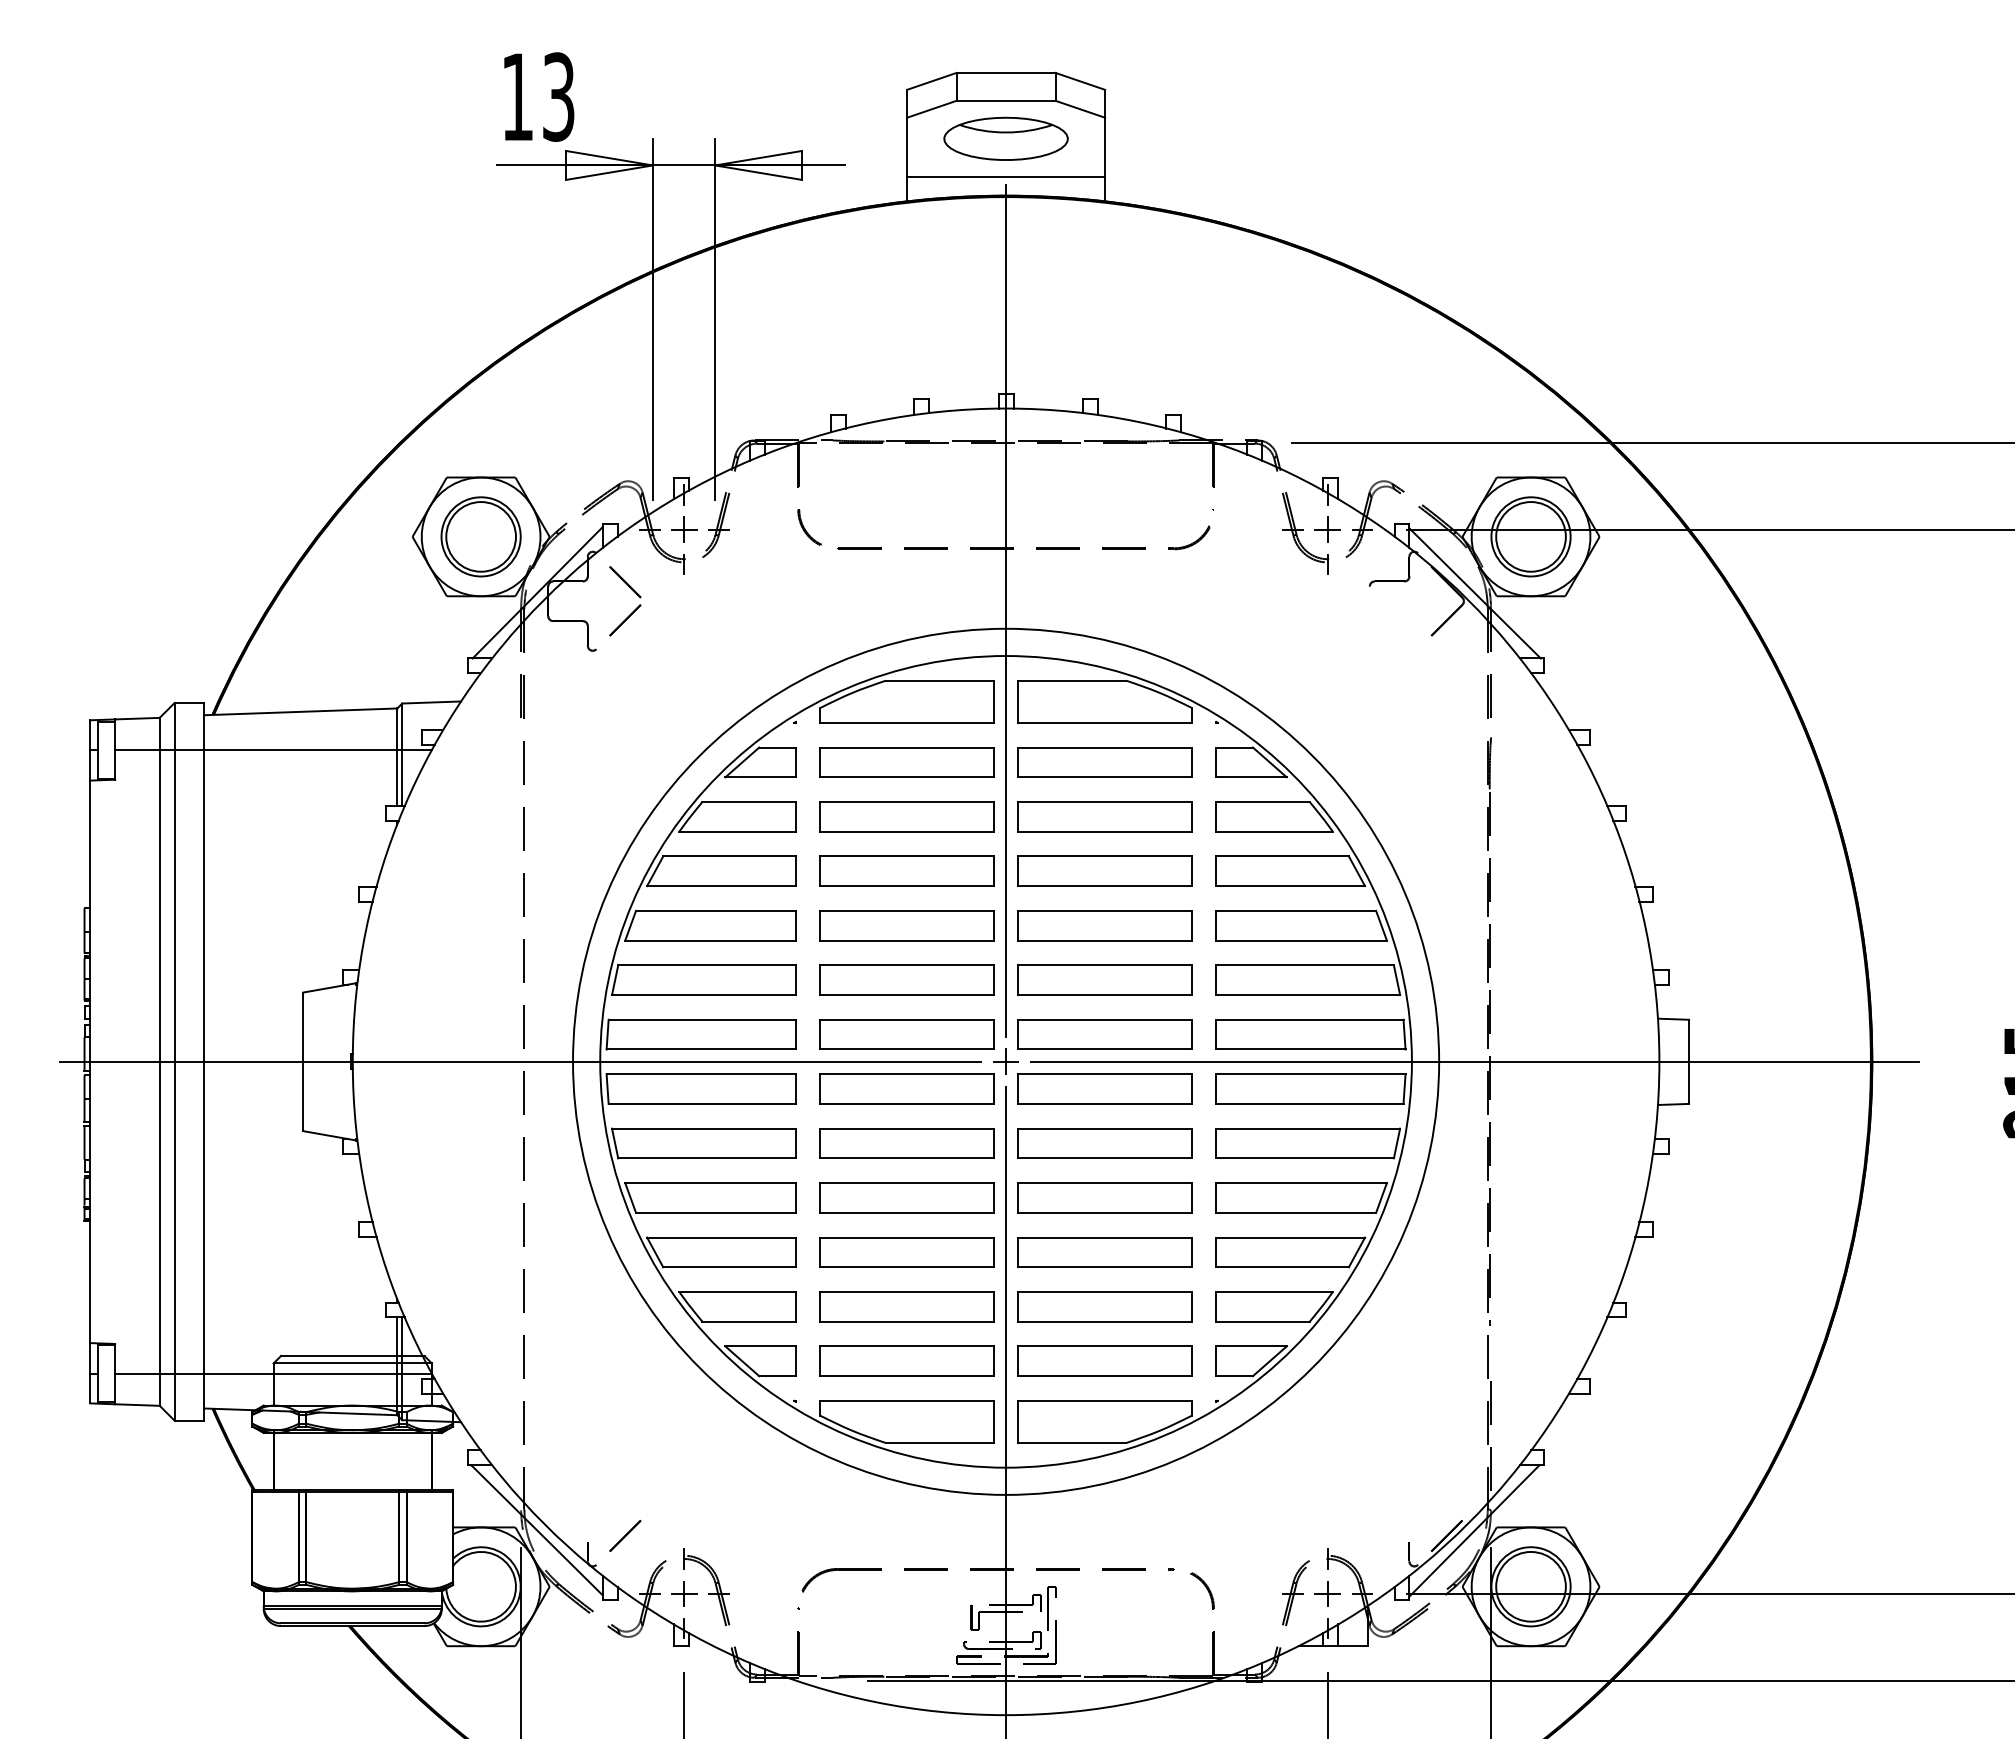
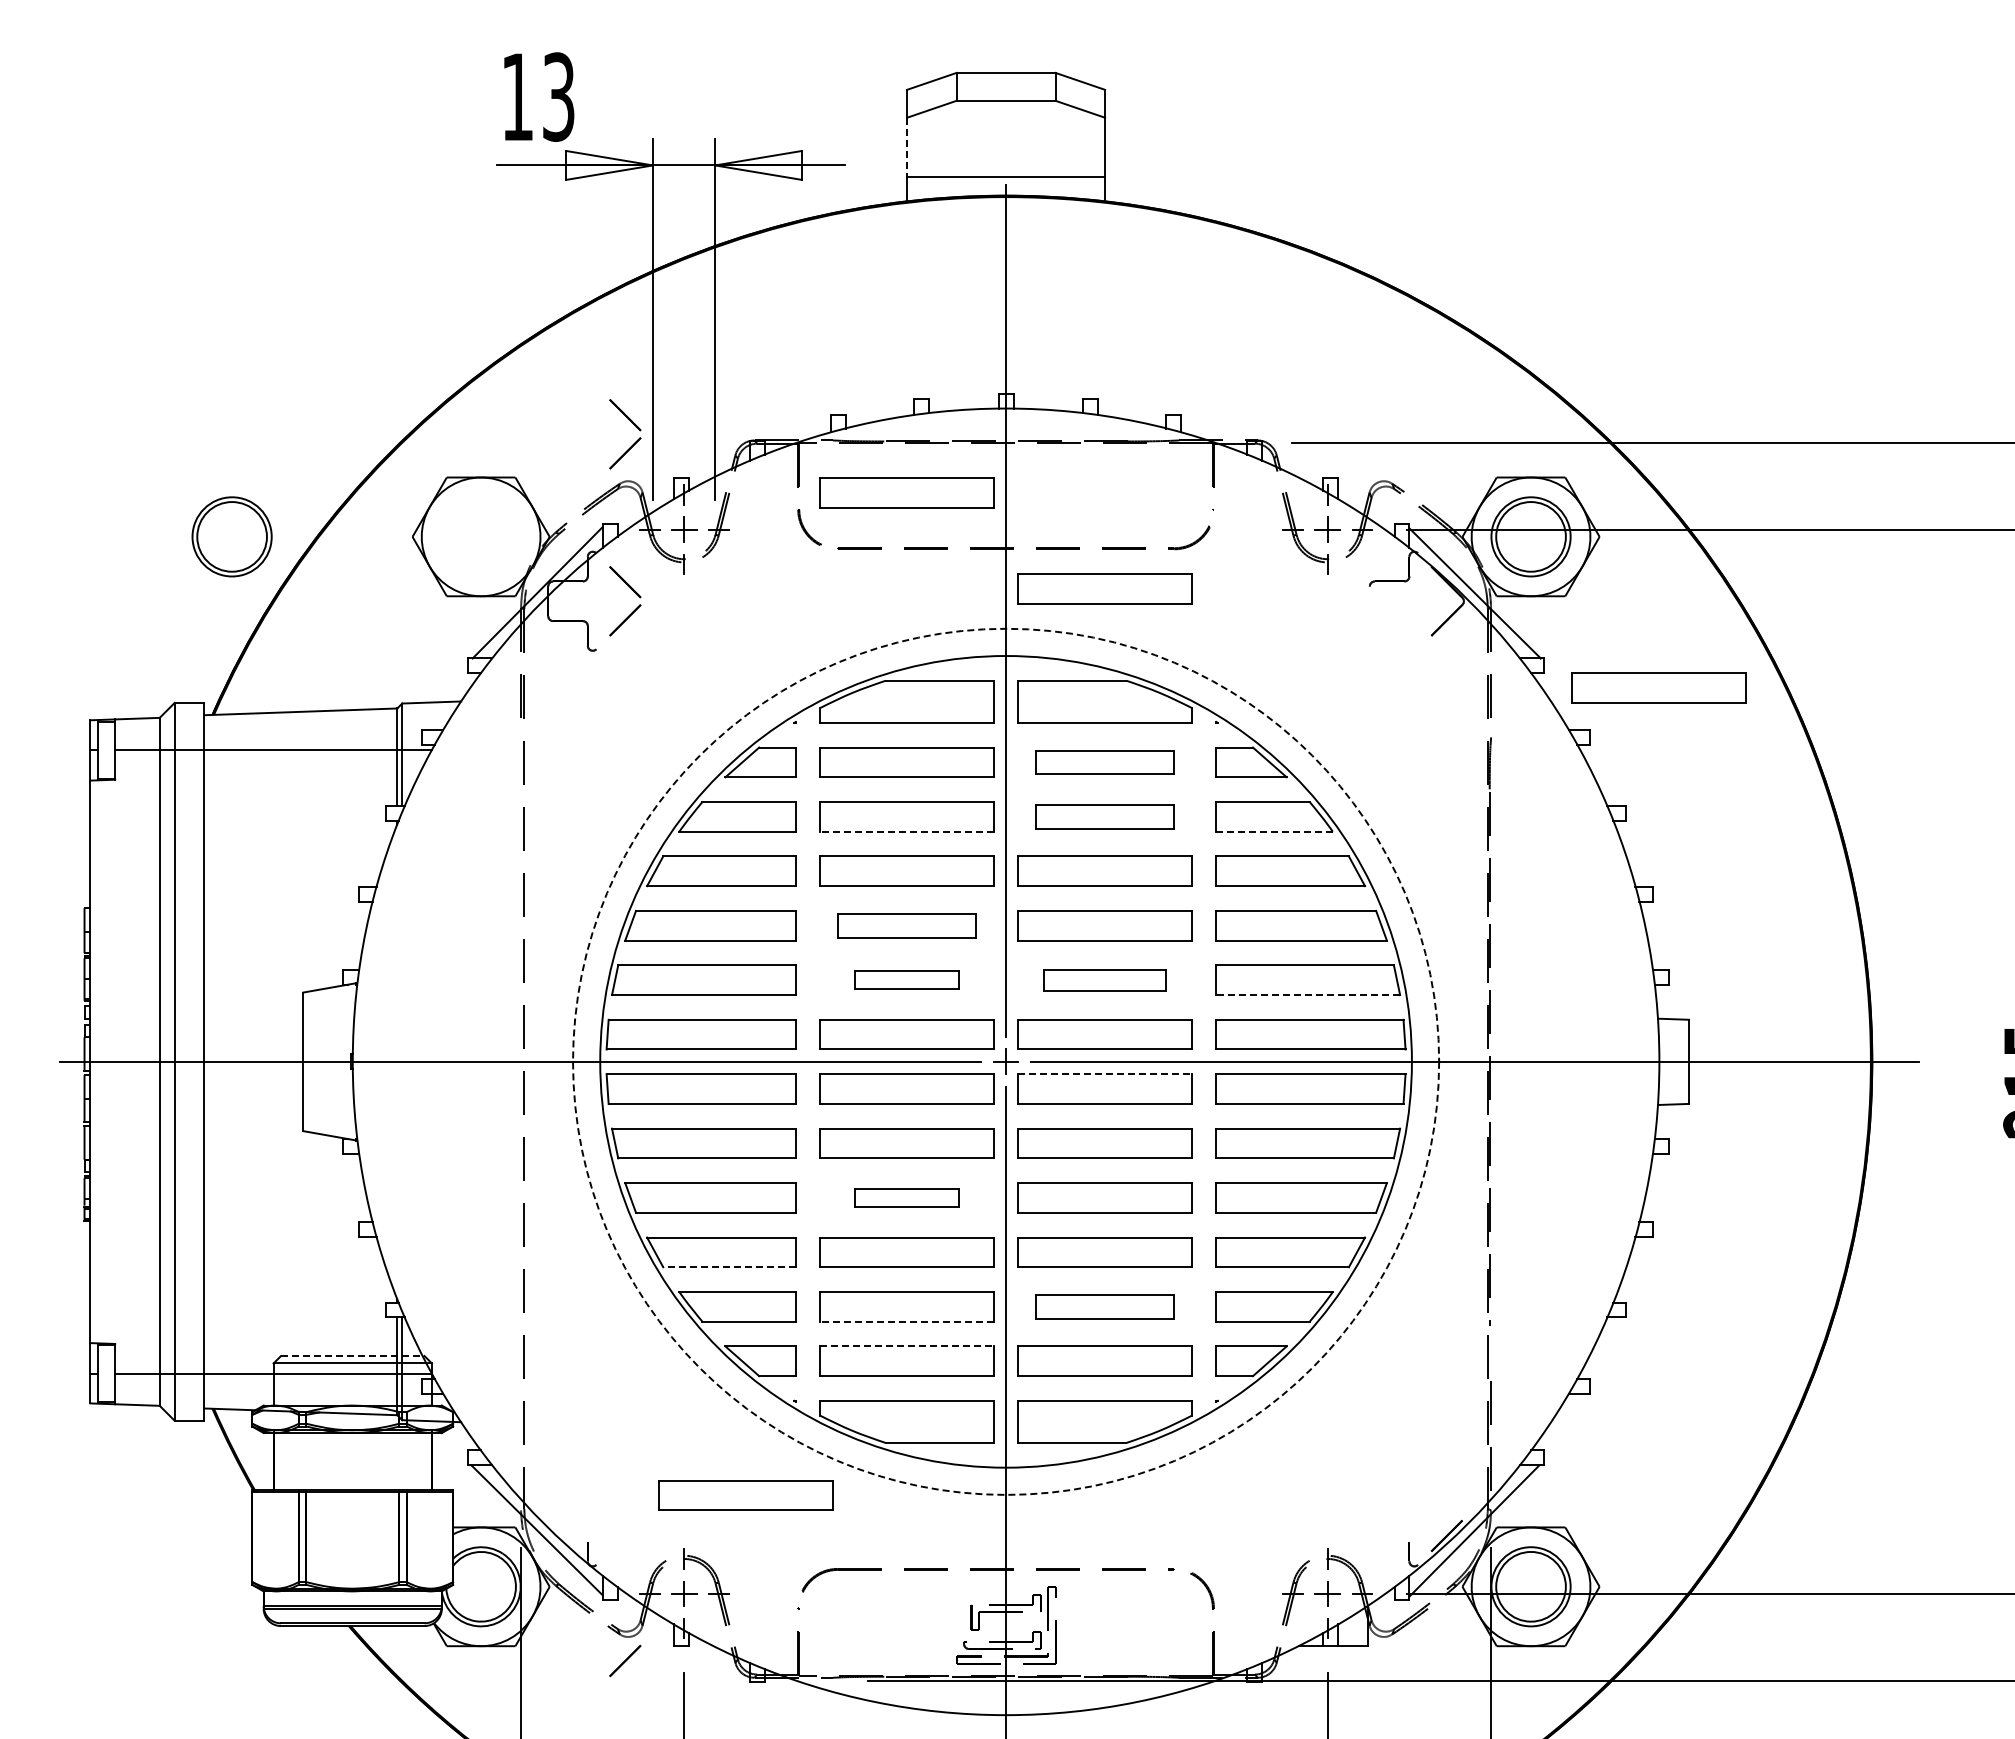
part at (1005, 138): present -> none
line at (907, 147): solid -> dashed
part at (634, 442): none -> present
part at (906, 492): none -> present
part at (480, 536) position: (480, 536) -> (231, 536)
part at (1104, 588): none -> present
part at (1658, 687): none -> present
part at (1104, 762) size: 176x31 px -> 140x25 px
part at (1104, 816) size: 176x32 px -> 140x26 px
line at (907, 831): solid -> dashed
line at (1274, 831): solid -> dashed
part at (906, 925) size: 176x32 px -> 140x26 px
part at (906, 979) size: 176x32 px -> 106x20 px
part at (1104, 979) size: 176x32 px -> 124x23 px
line at (1308, 995): solid -> dashed
circle at (1006, 1061): solid -> dashed
line at (1105, 1074): solid -> dashed
part at (906, 1197) size: 176x32 px -> 106x20 px
line at (728, 1267): solid -> dashed
part at (1104, 1306) size: 176x32 px -> 140x26 px
line at (907, 1321): solid -> dashed
line at (907, 1346): solid -> dashed
line at (352, 1356): solid -> dashed
part at (745, 1495): none -> present
line at (625, 1535) position: (625, 1535) -> (625, 1660)
